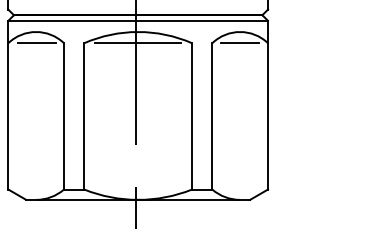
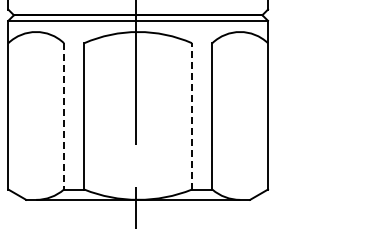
line at (36, 43): present -> none
line at (137, 43): present -> none
line at (239, 43): present -> none
line at (192, 115): solid -> dashed
line at (64, 116): solid -> dashed
